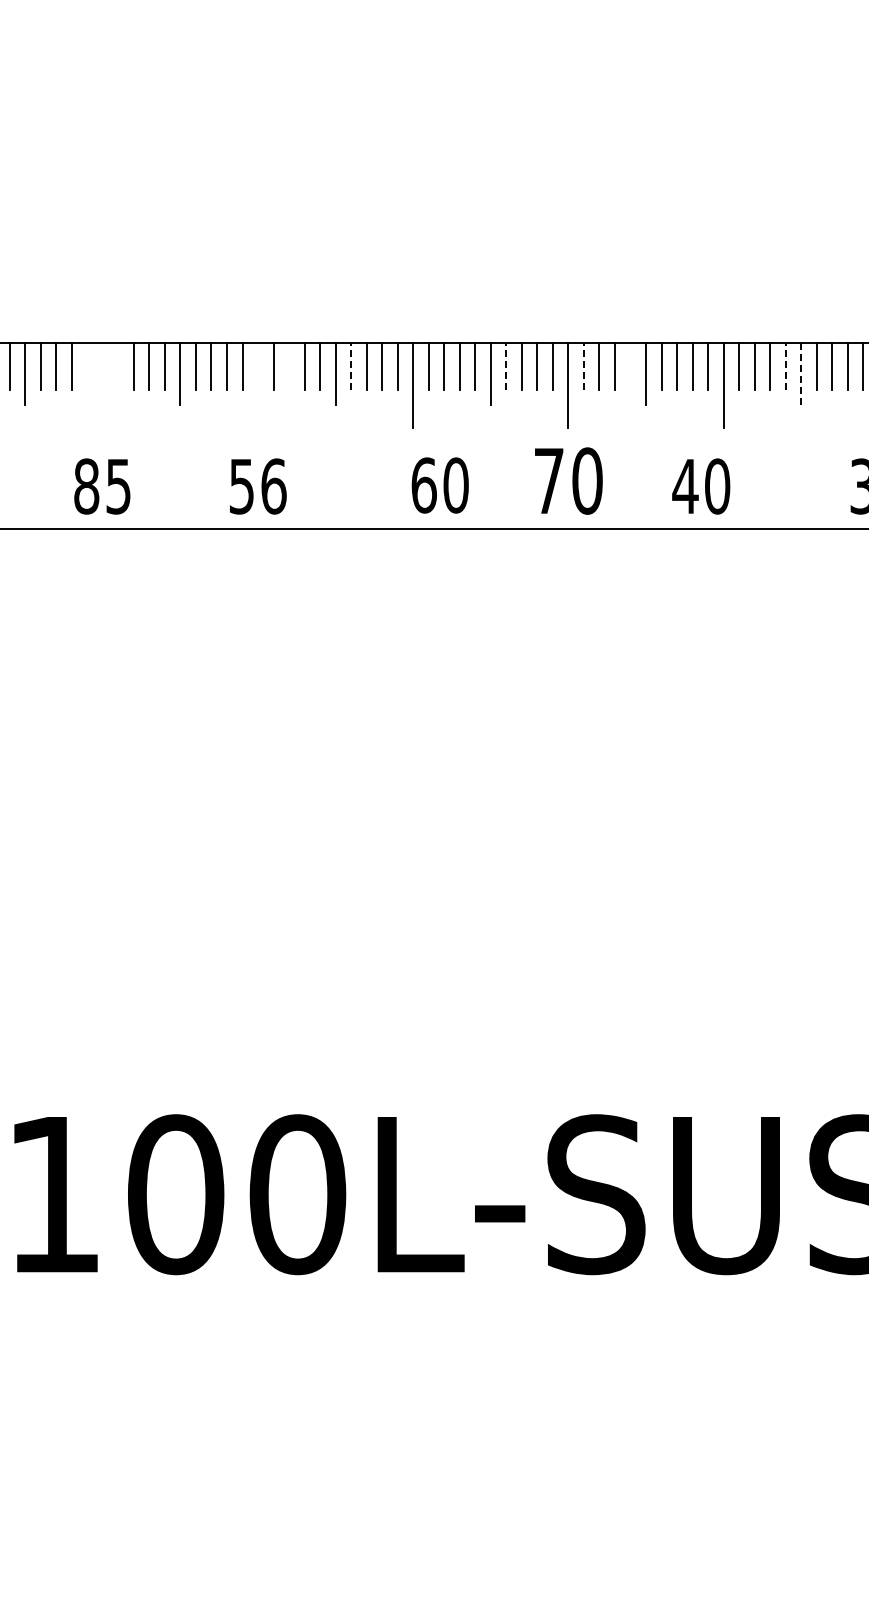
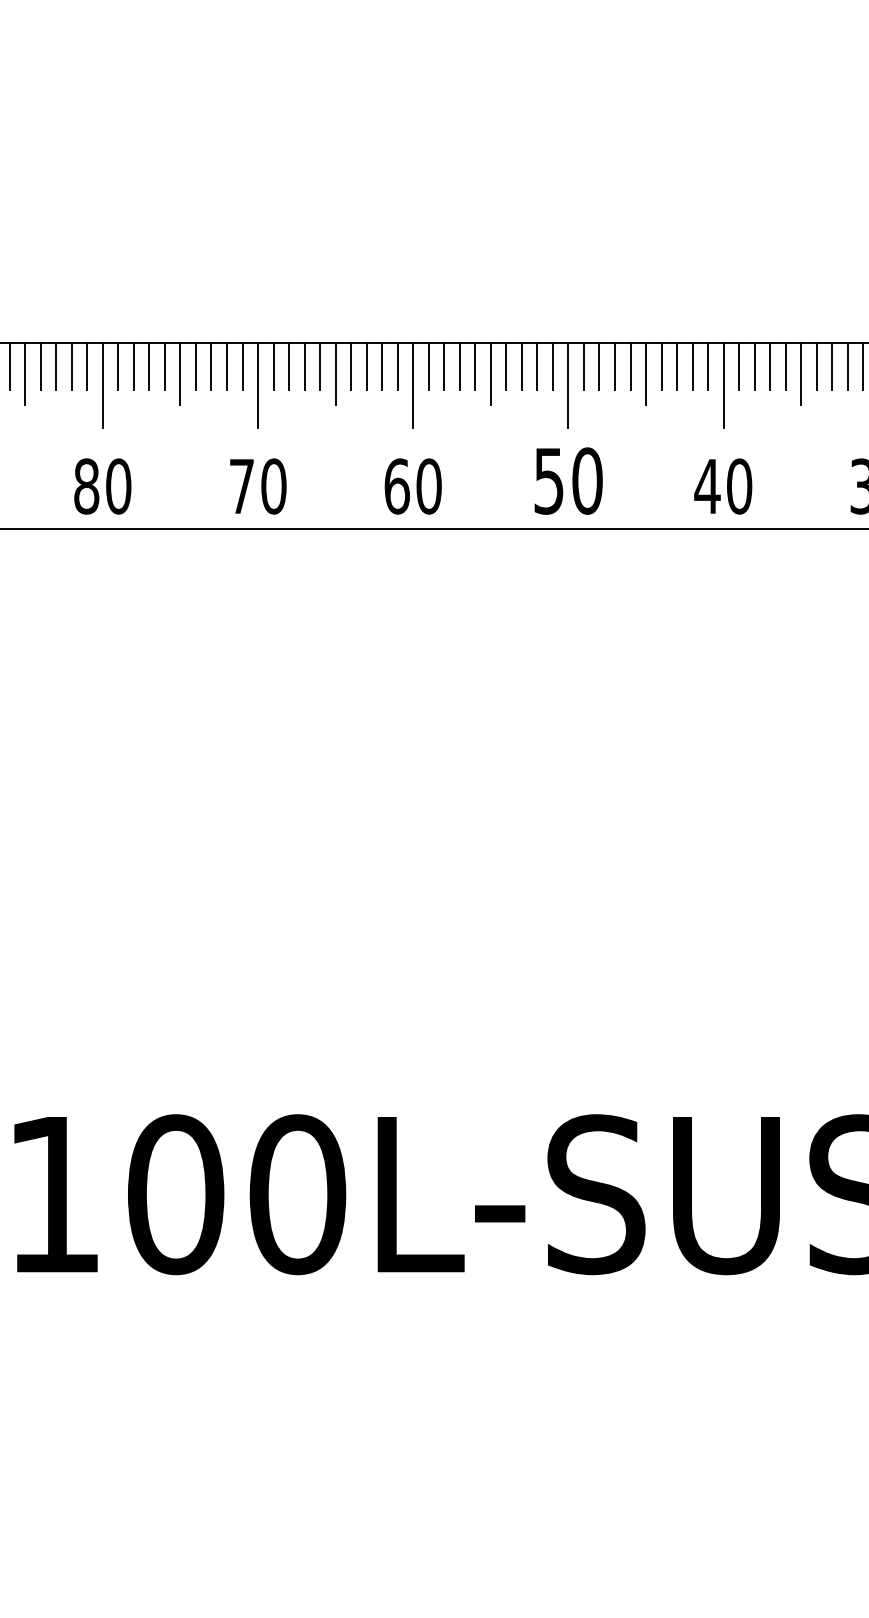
line at (87, 365): none -> present
line at (118, 365): none -> present
line at (289, 365): none -> present
line at (351, 365): dashed -> solid
line at (506, 365): dashed -> solid
line at (583, 365): dashed -> solid
line at (630, 365): none -> present
line at (785, 365): dashed -> solid
line at (801, 373): dashed -> solid
line at (102, 385): none -> present
line at (258, 385): none -> present
text at (548, 481): 70 -> 50
text at (439, 485) position: (439, 485) -> (412, 486)
text at (118, 486): 85 -> 80
text at (258, 486): 56 -> 70
text at (701, 486) position: (701, 486) -> (723, 486)
